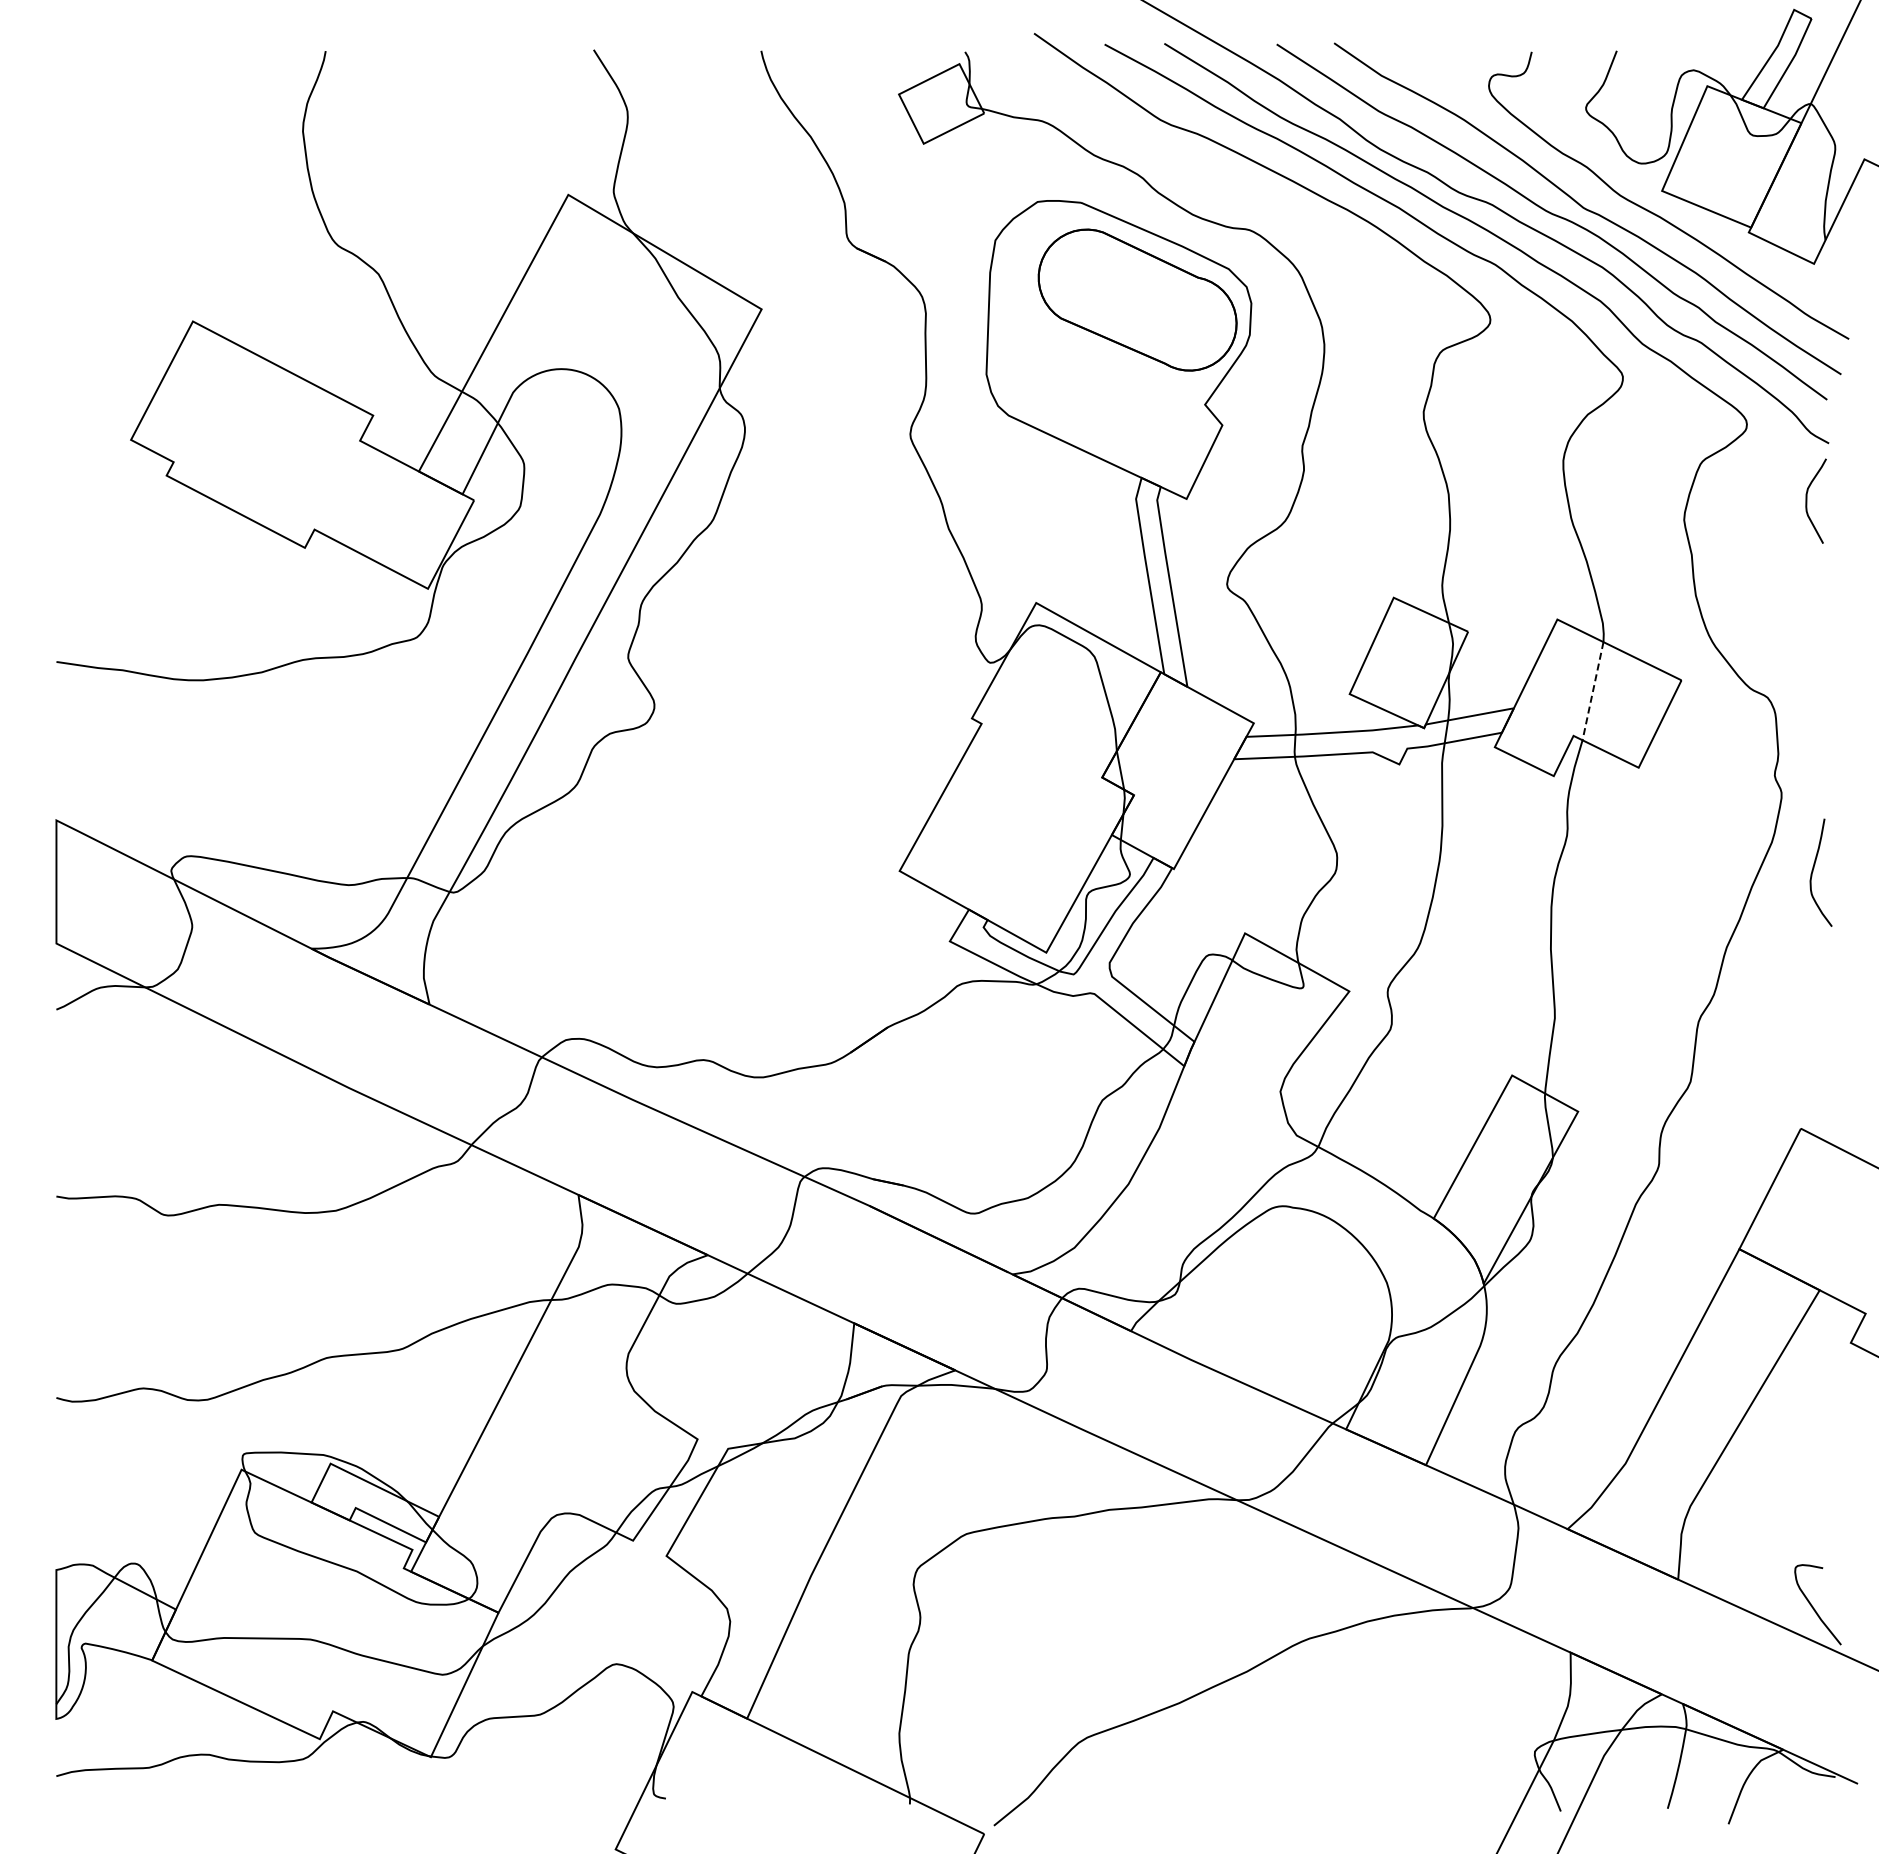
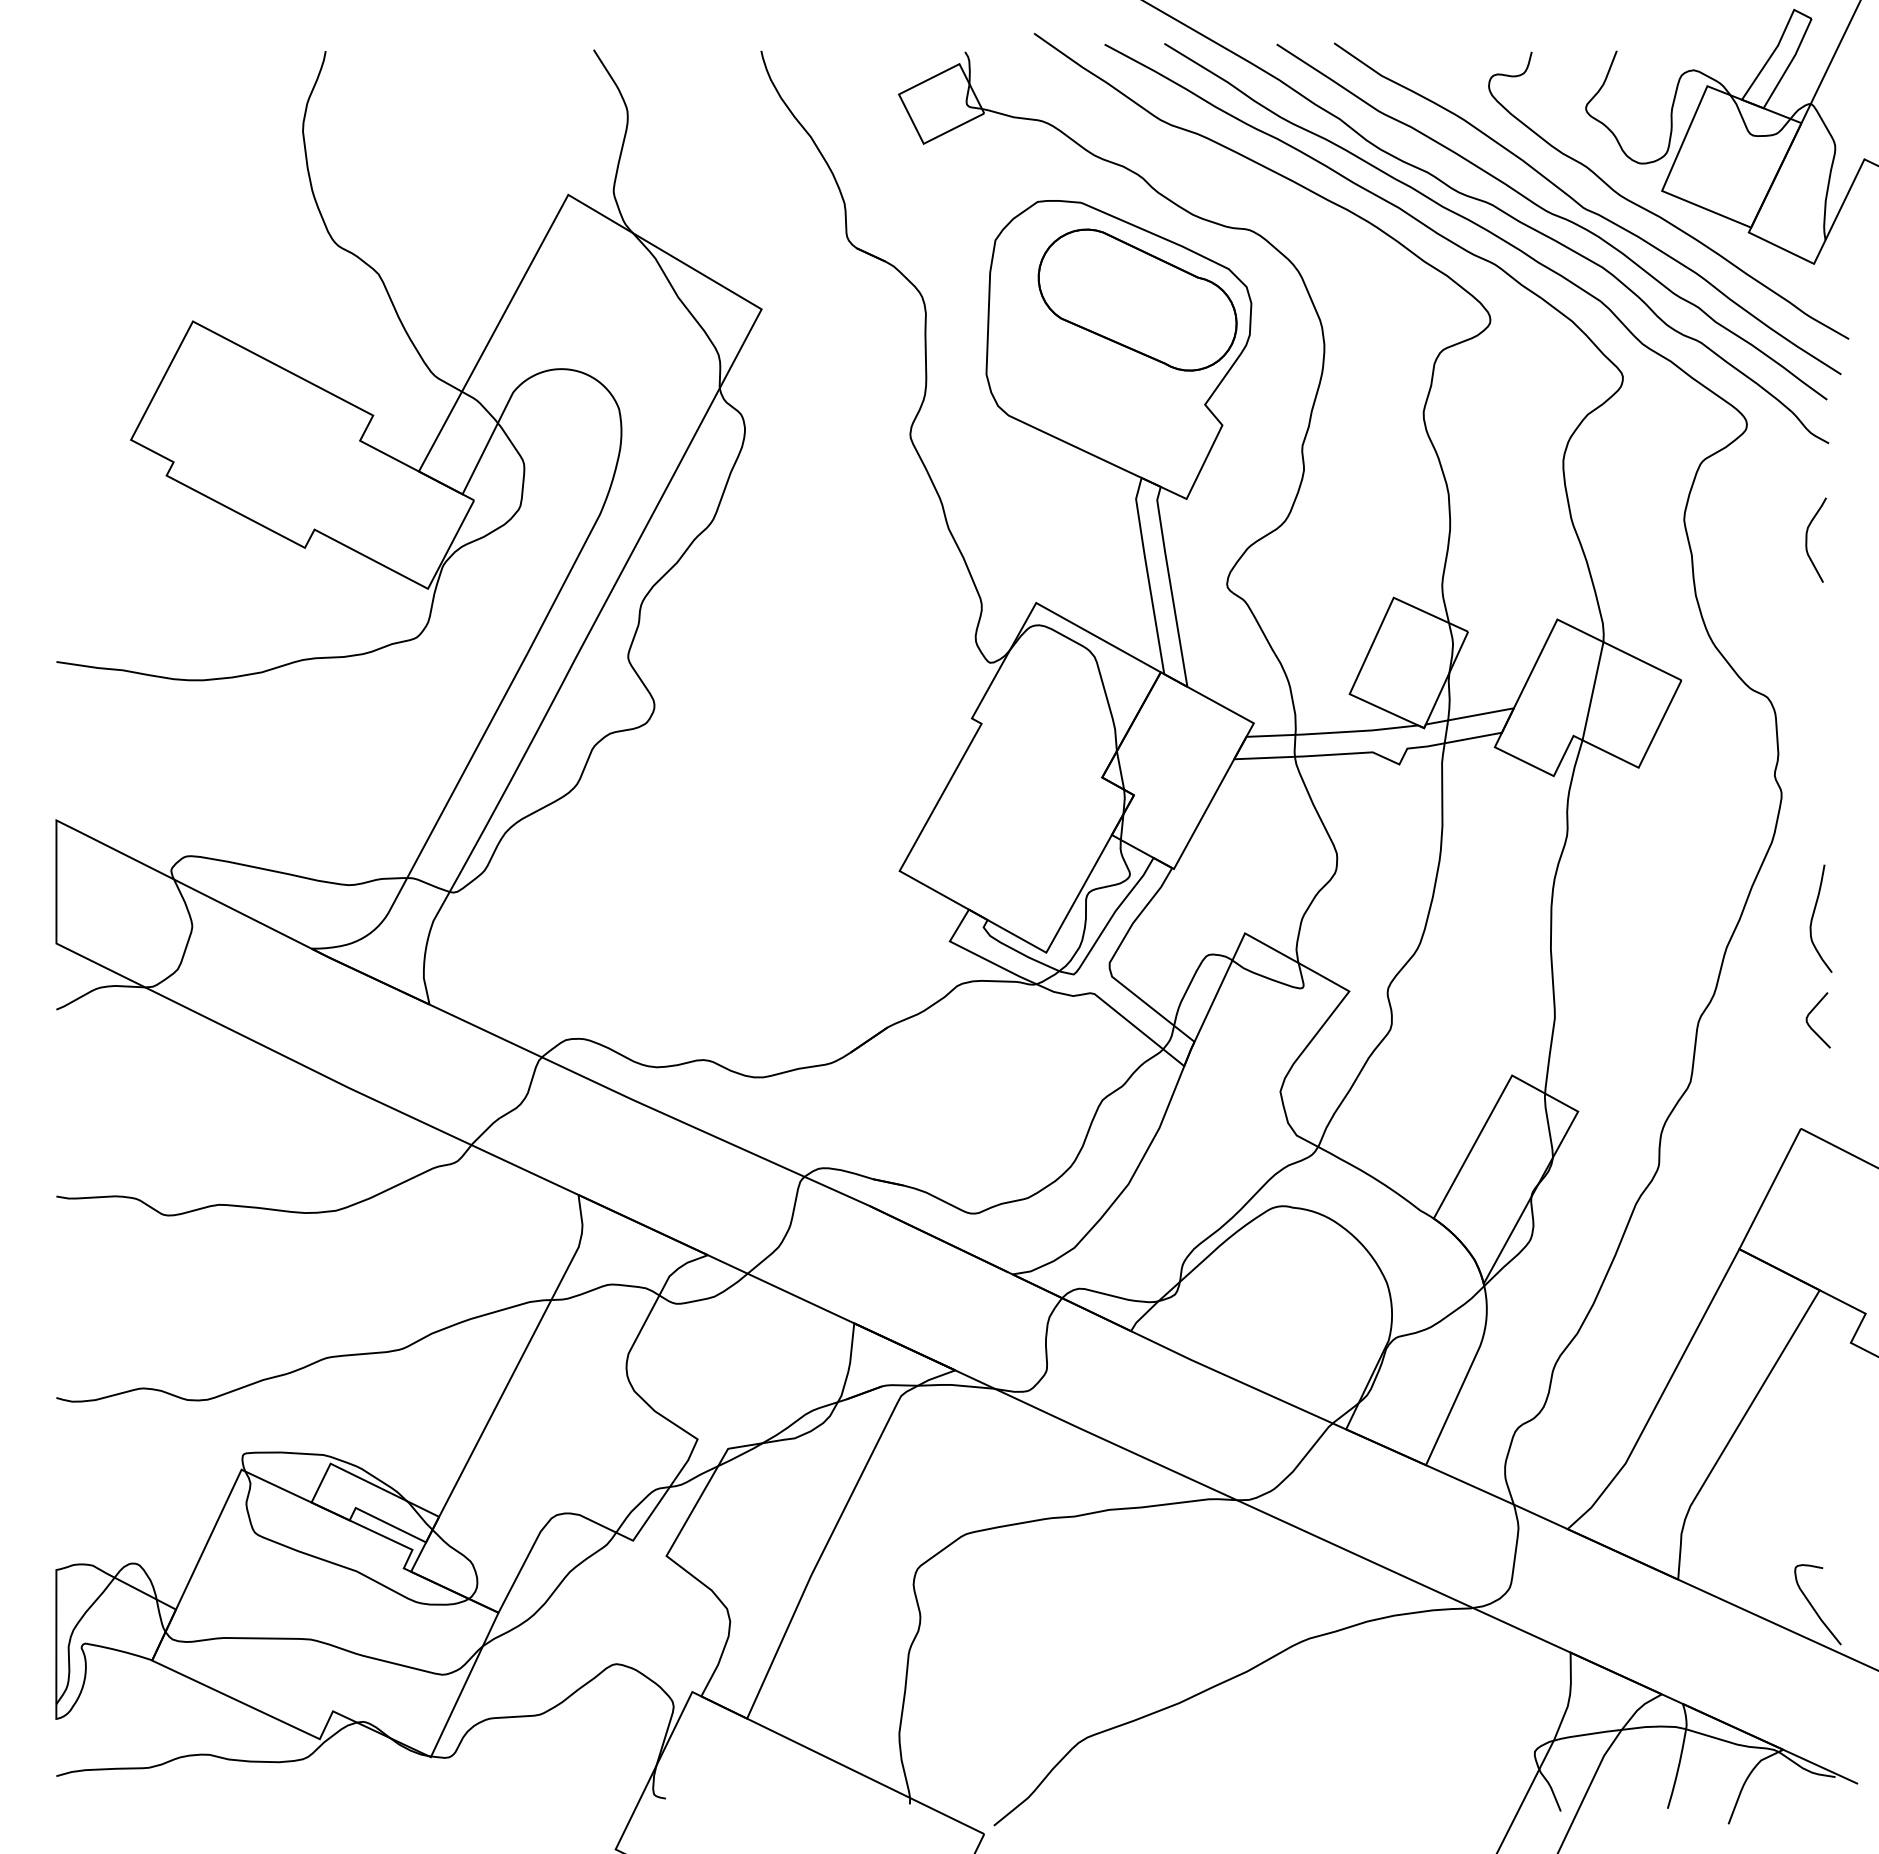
curve at (1807, 500) position: (1807, 500) -> (1807, 539)
line at (1592, 691): dashed -> solid
curve at (1813, 871) position: (1813, 871) -> (1813, 917)
curve at (1810, 1025): none -> present
